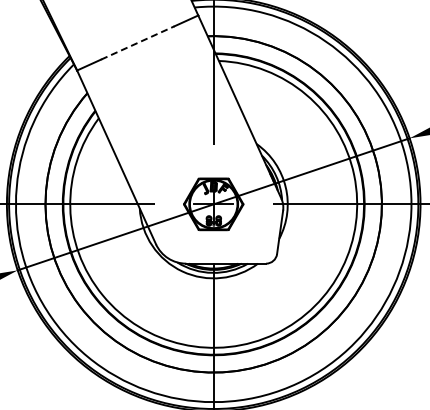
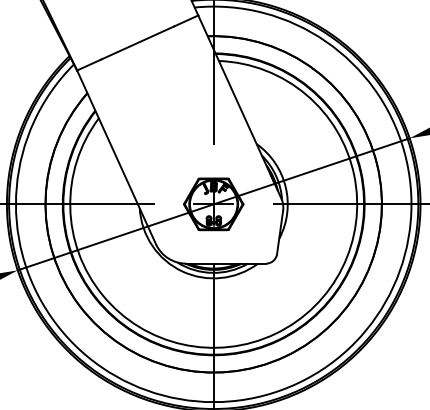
line at (138, 42): dashed -> solid
